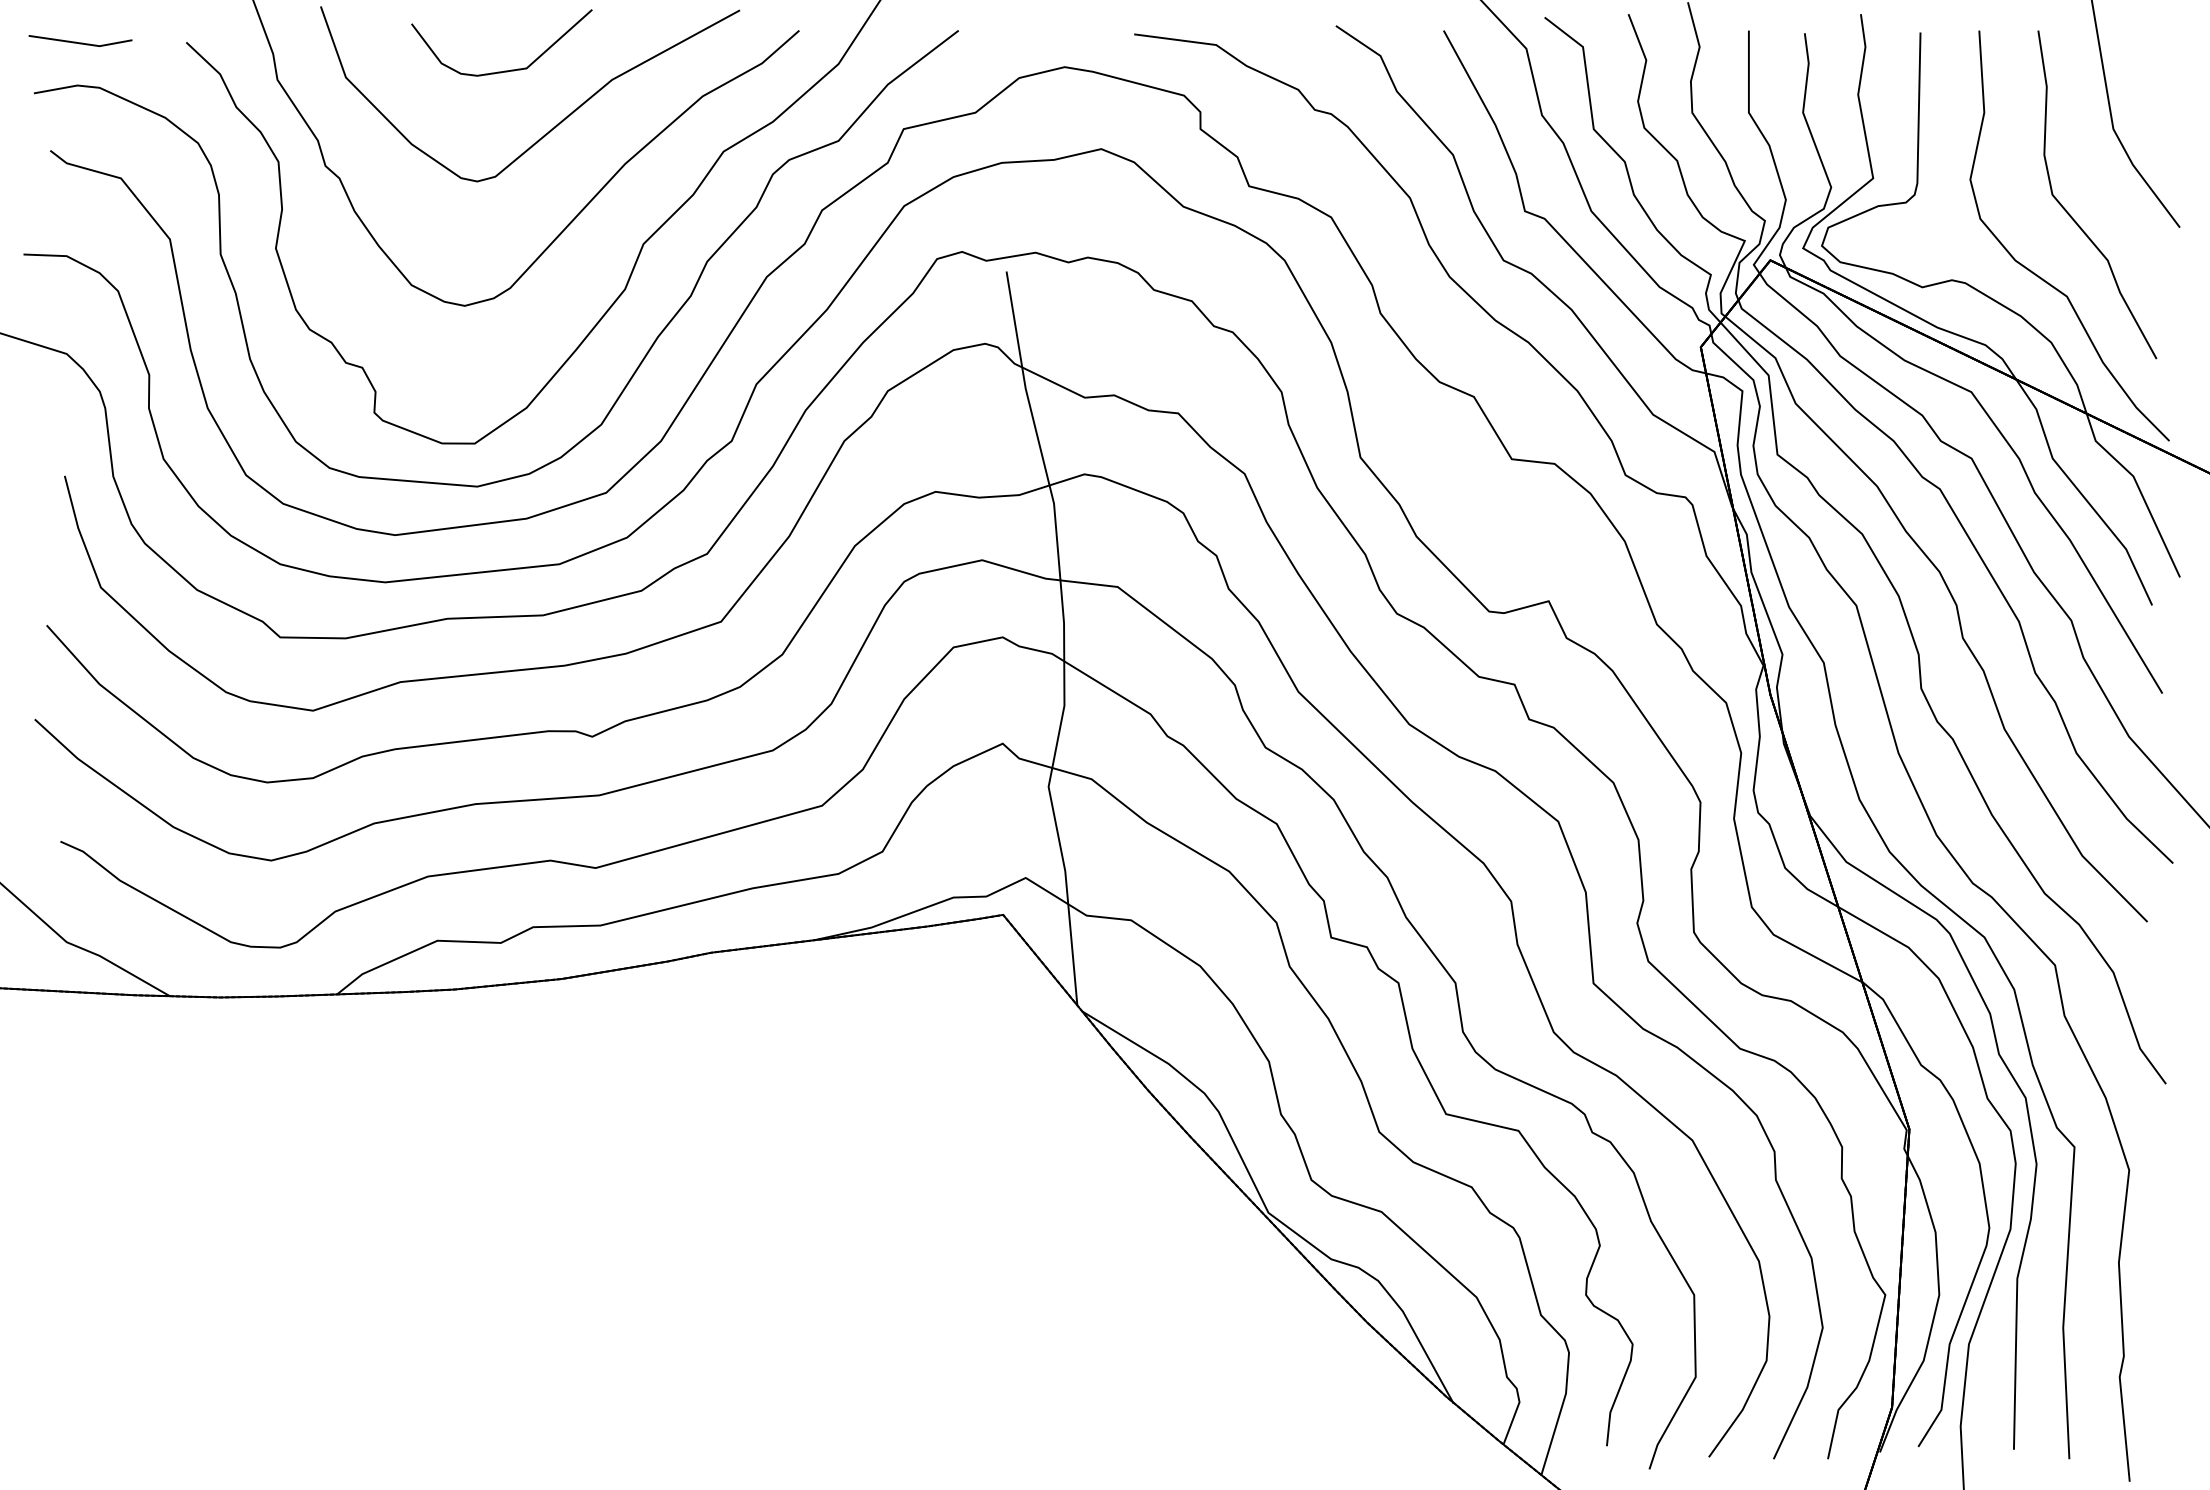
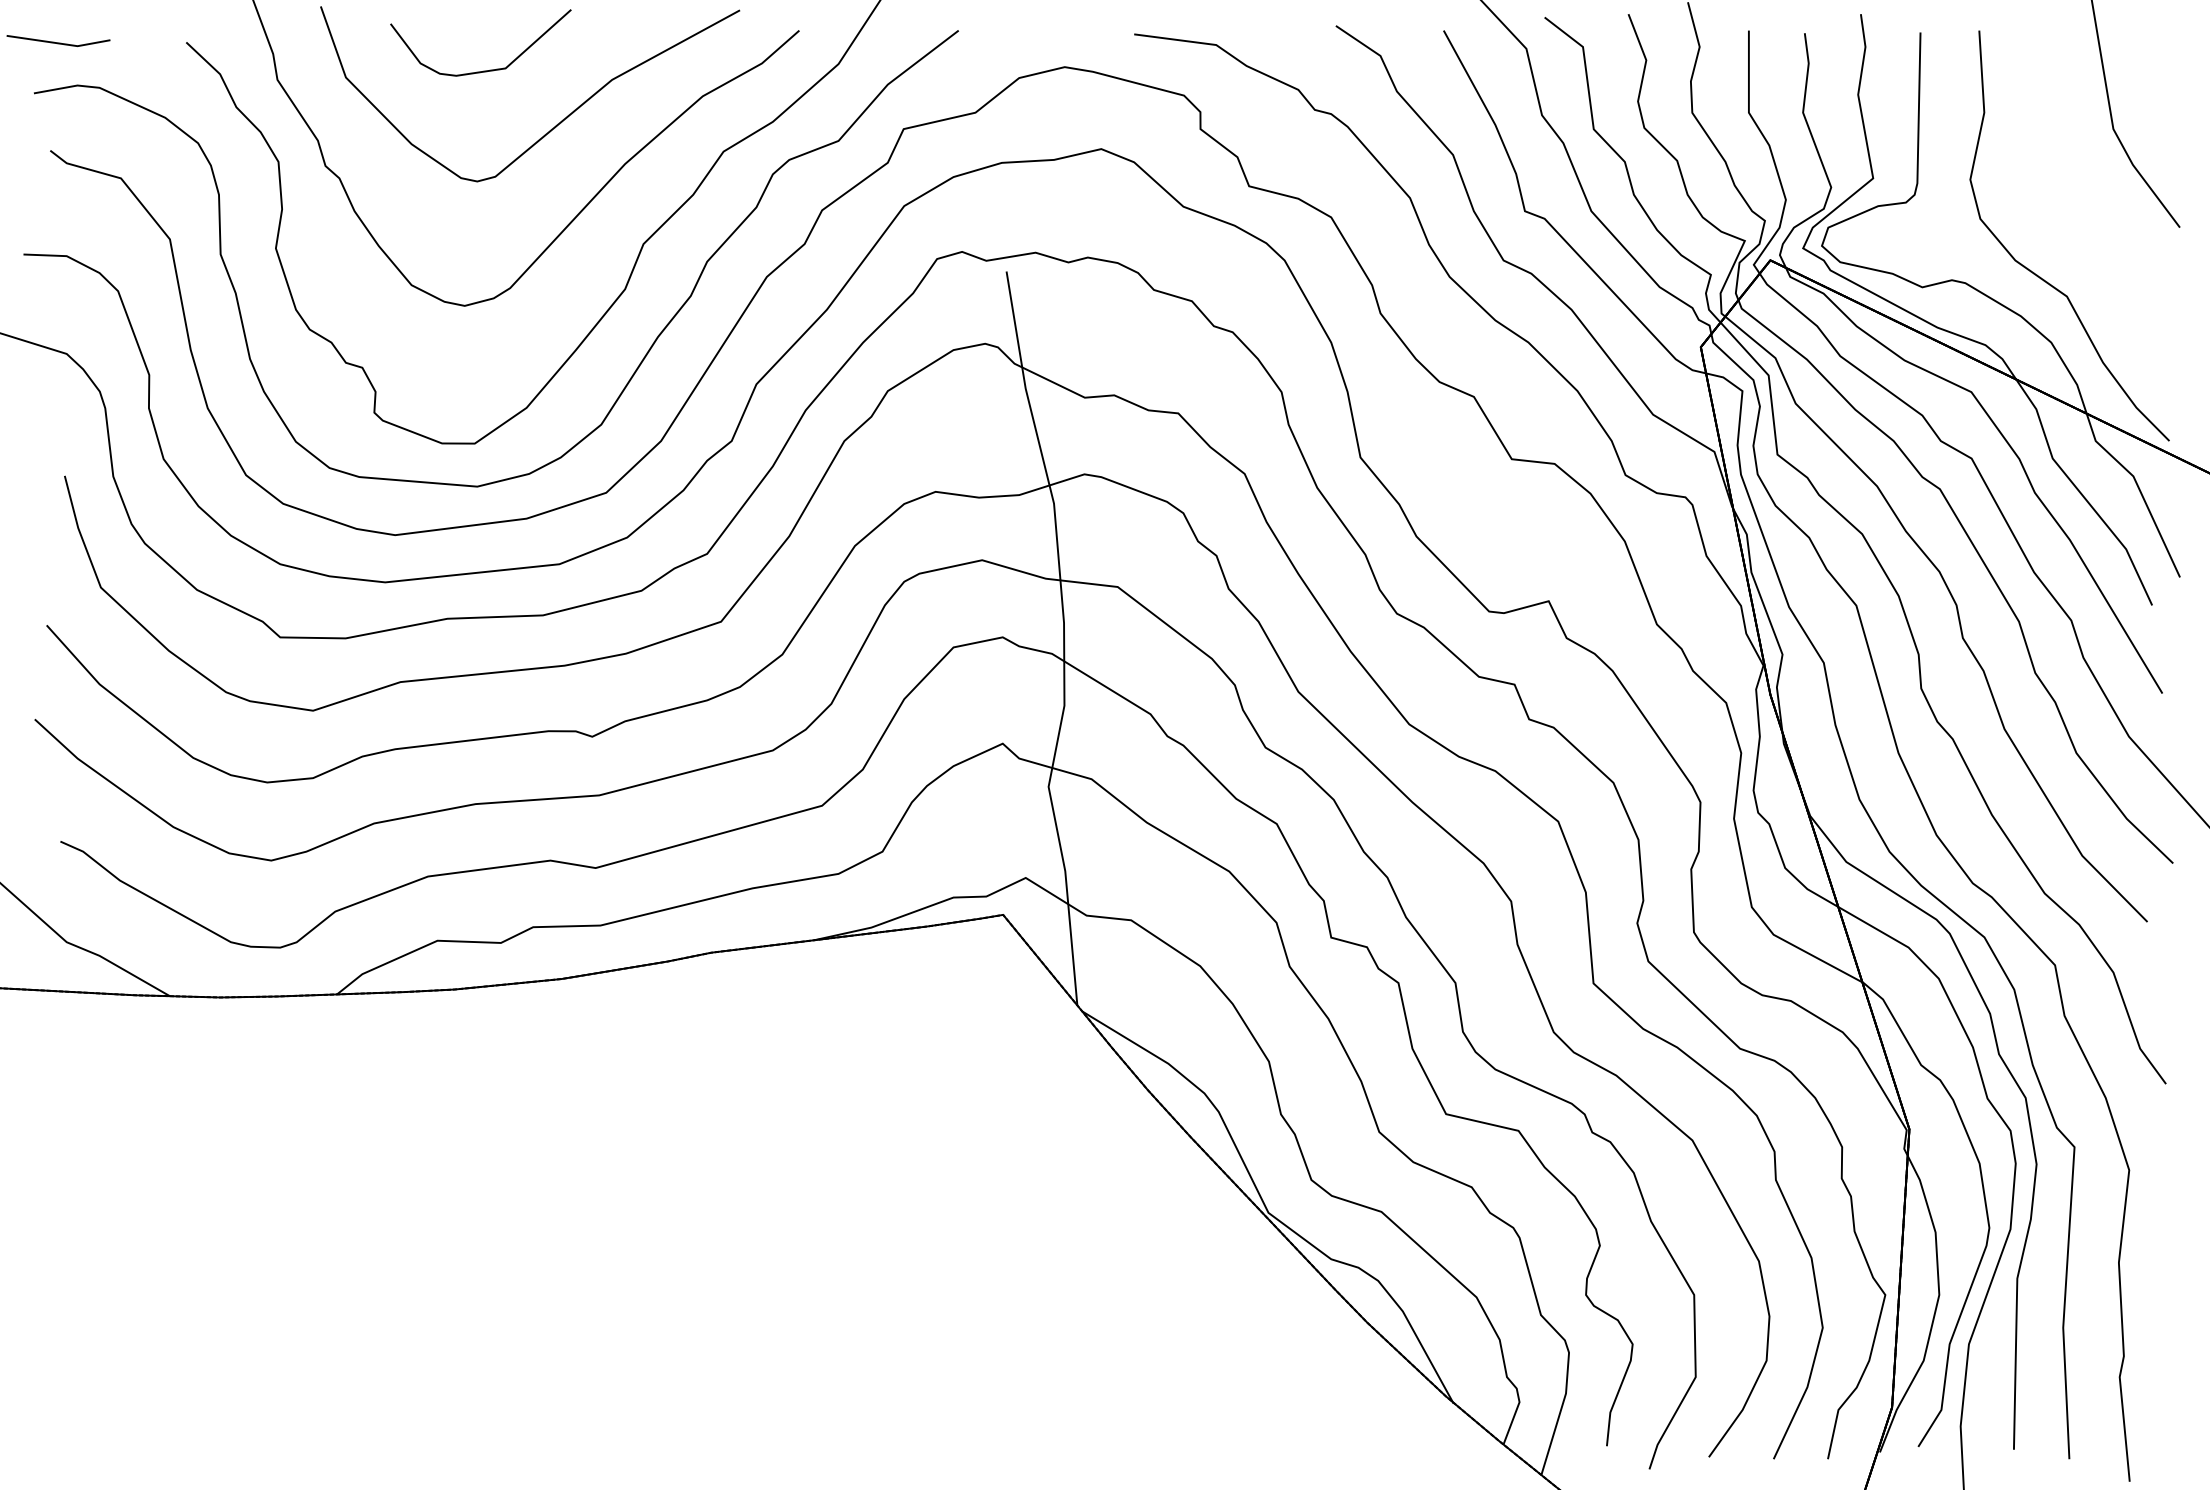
line at (80, 42) position: (80, 42) -> (58, 42)
curve at (504, 70) position: (504, 70) -> (483, 70)
curve at (2071, 215): present -> none
